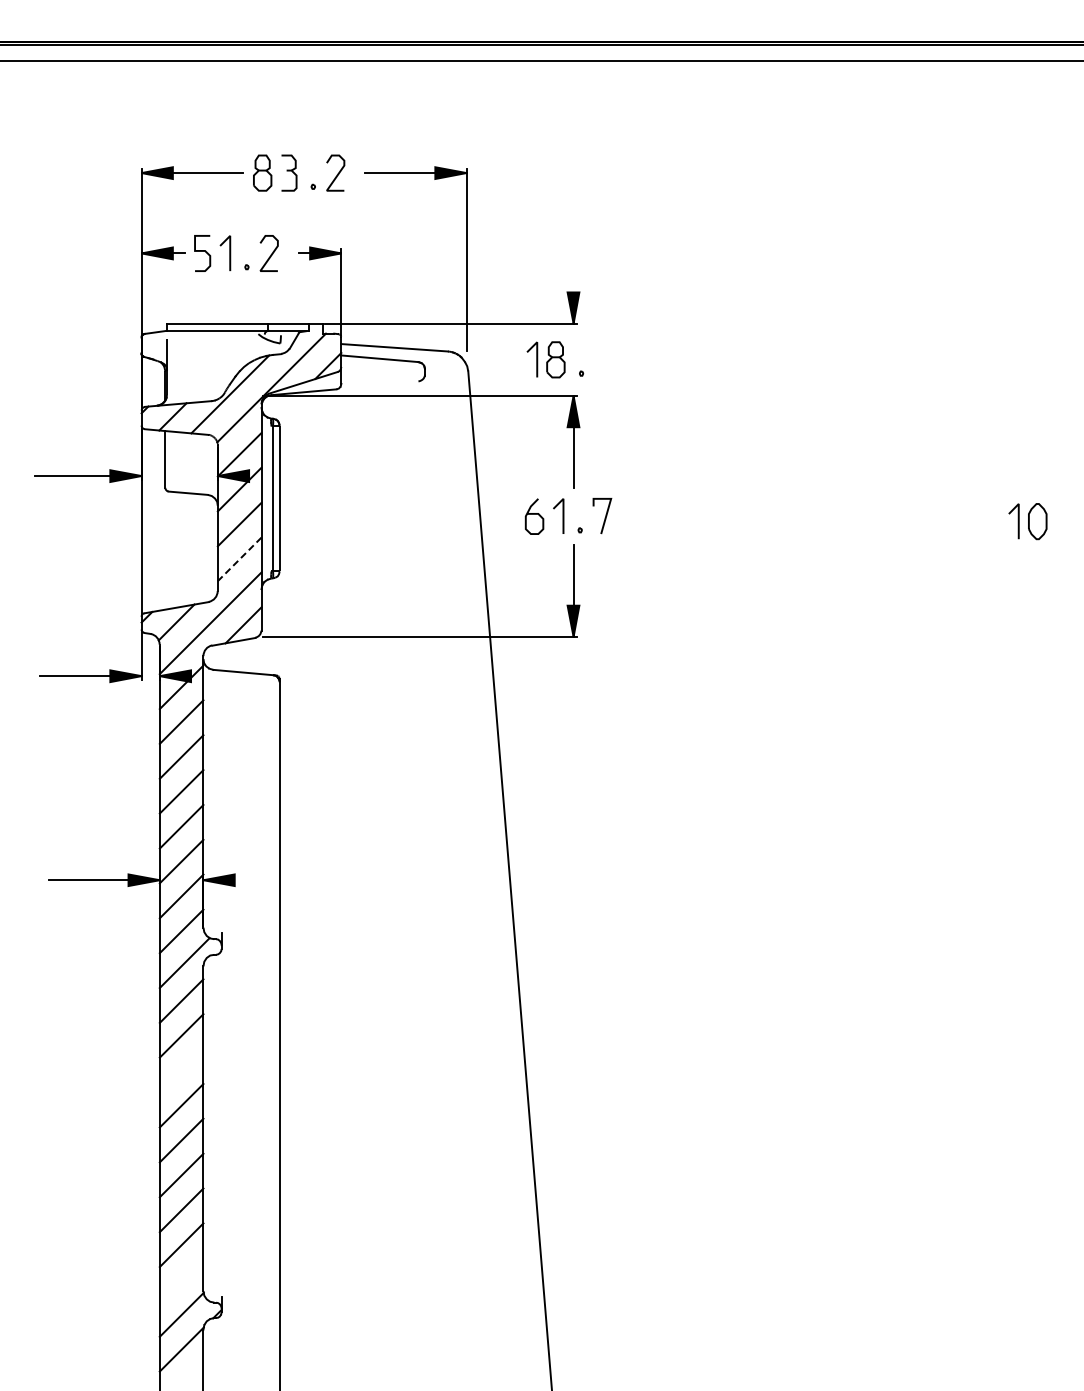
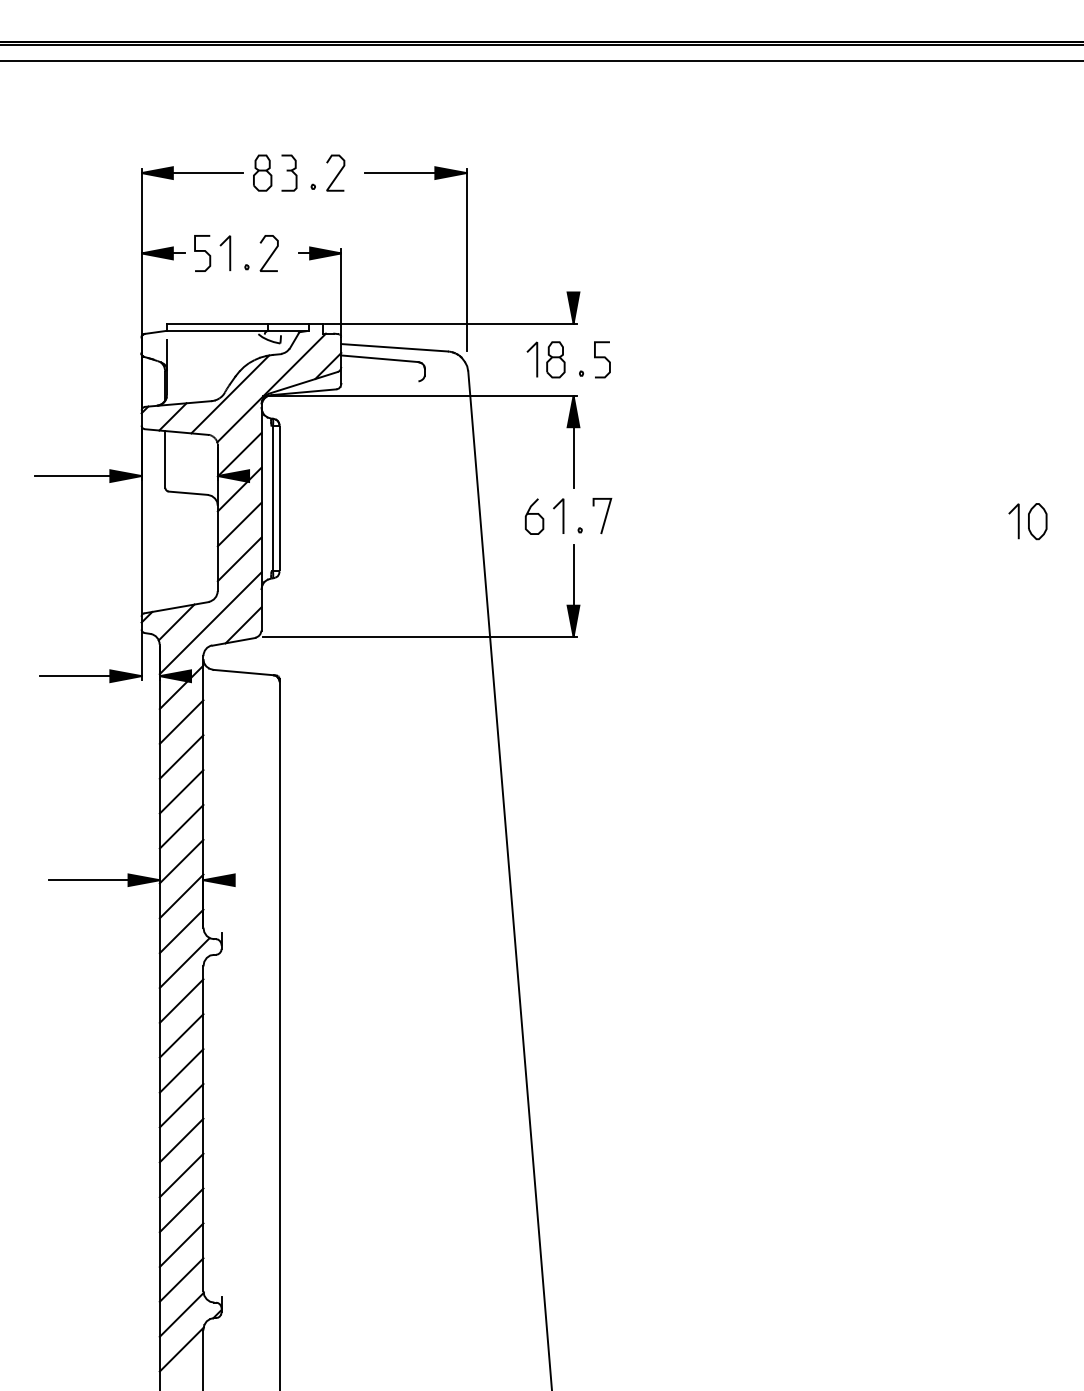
curve at (602, 358): none -> present
line at (239, 559): dashed -> solid
line at (181, 1070): none -> present
line at (181, 1279): none -> present
